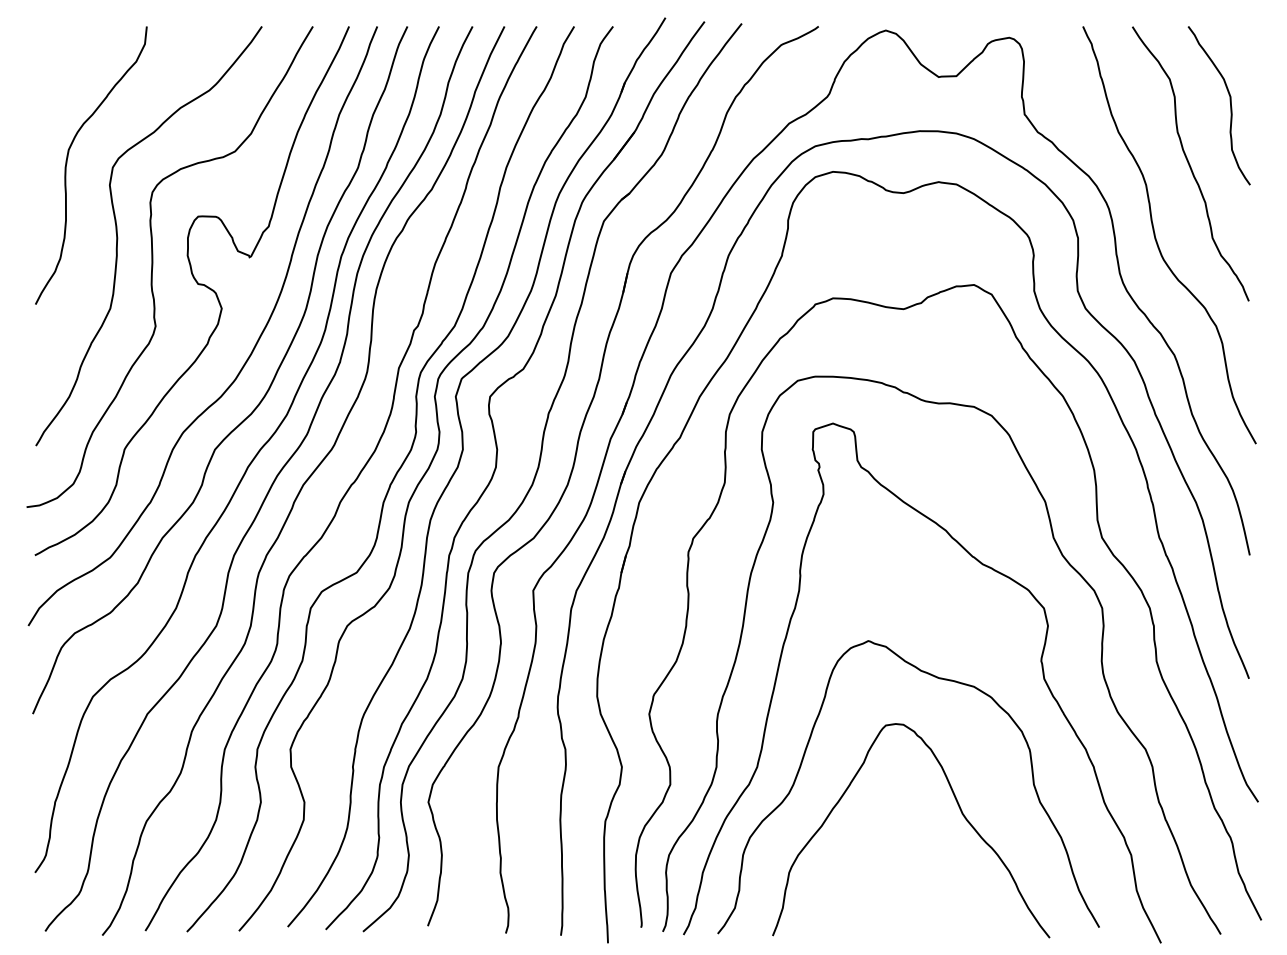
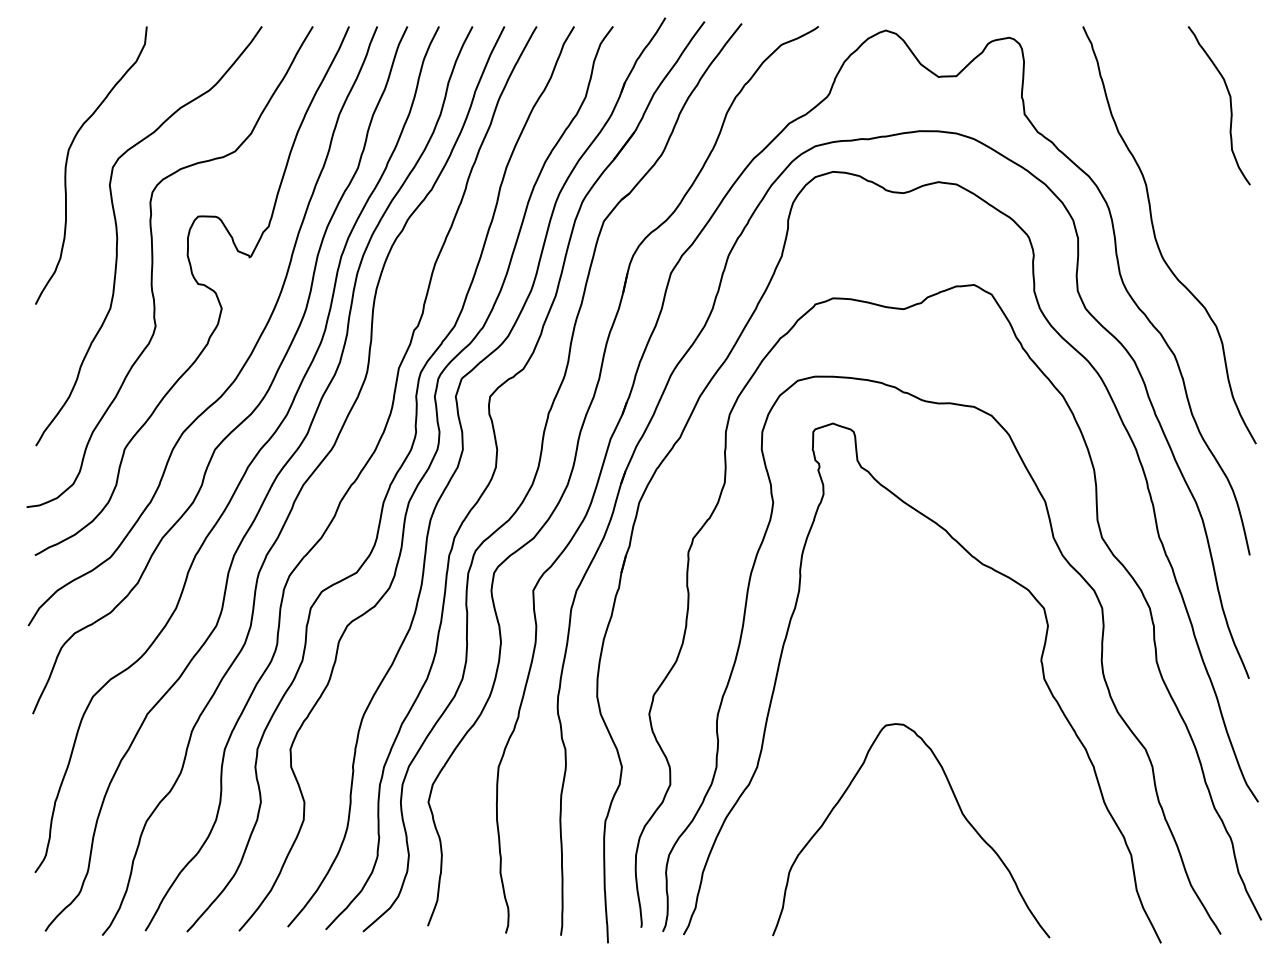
curve at (1189, 163): present -> none
curve at (805, 754): present -> none
